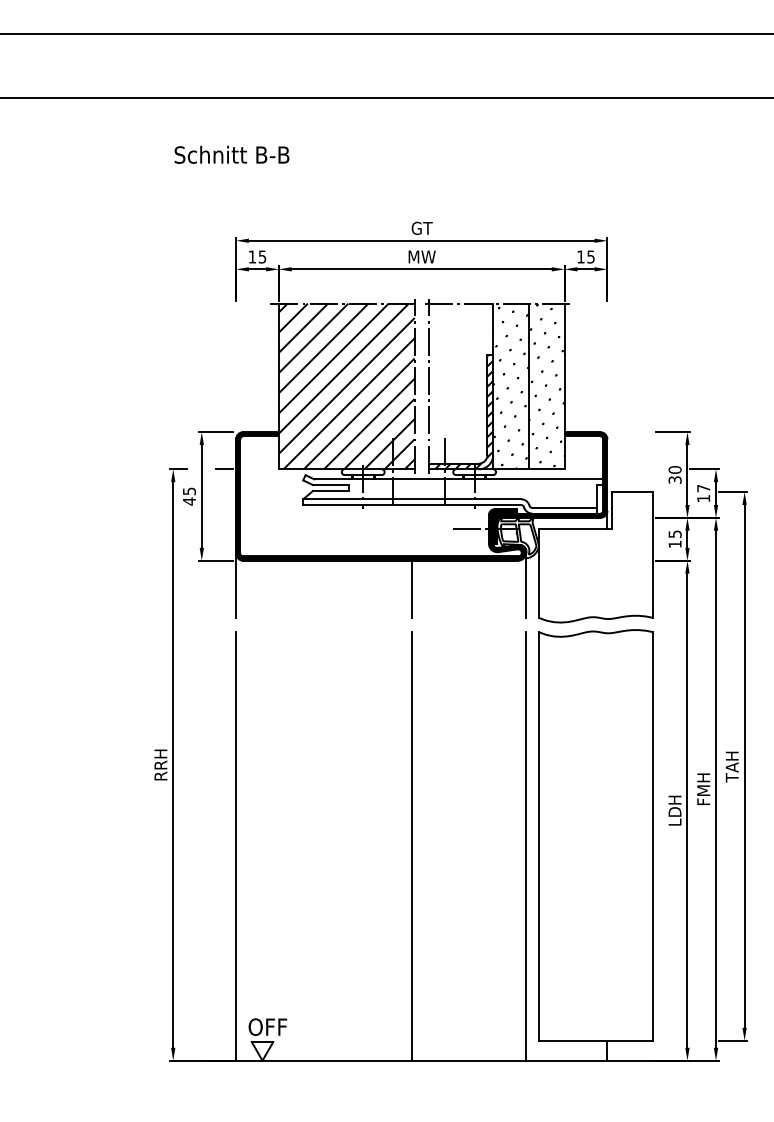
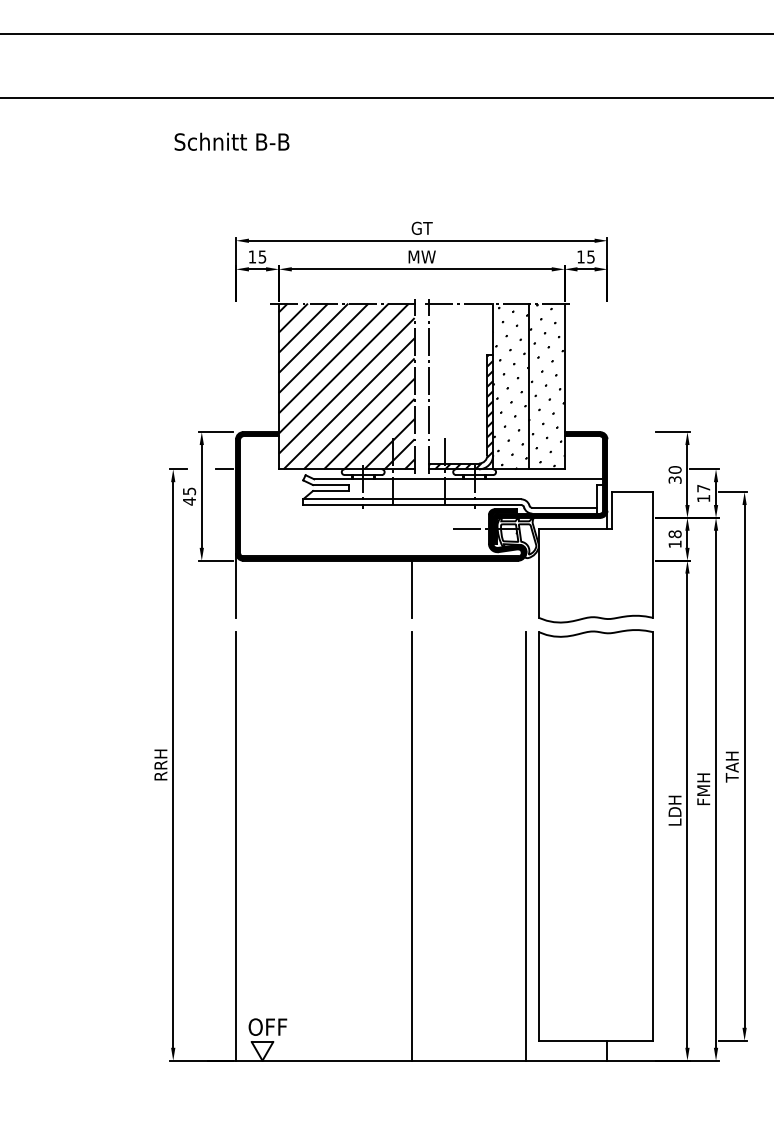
text at (231, 154) position: (231, 154) -> (231, 141)
text at (674, 534): 15 -> 18
line at (526, 585): present -> none
